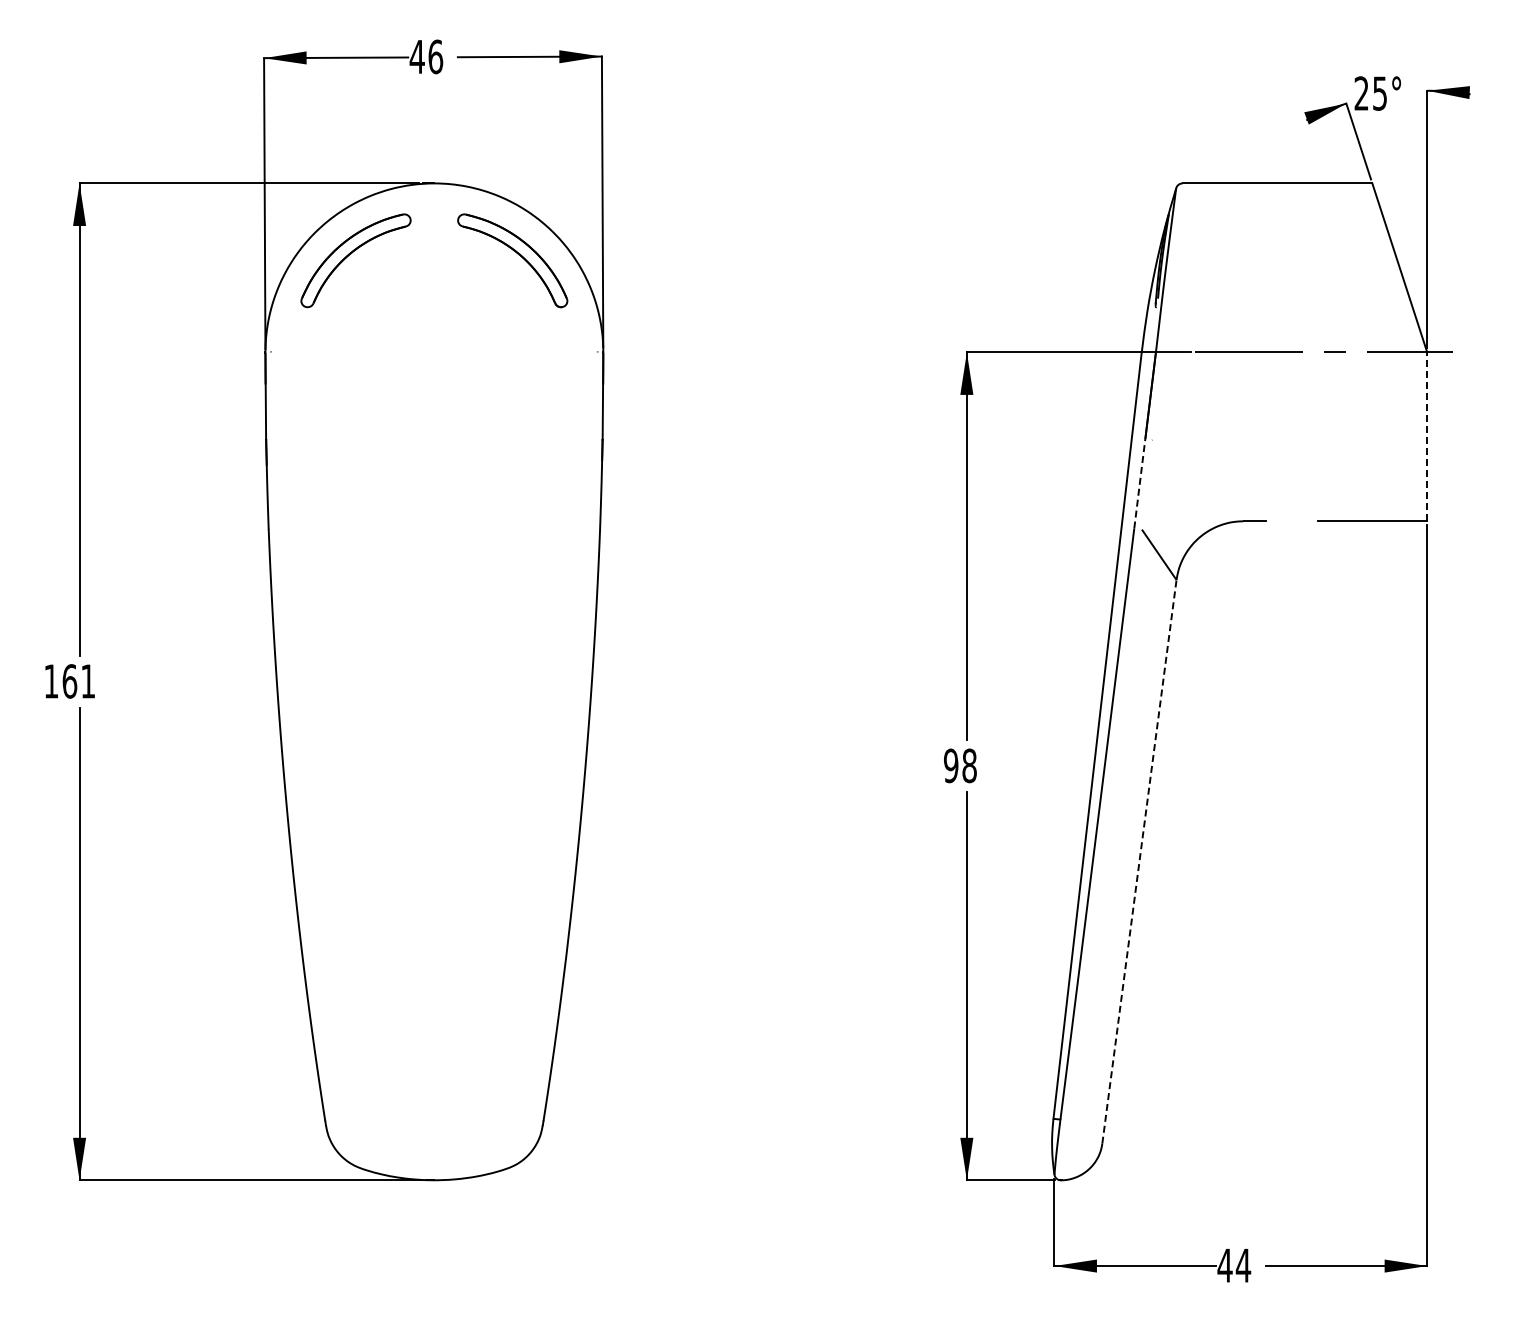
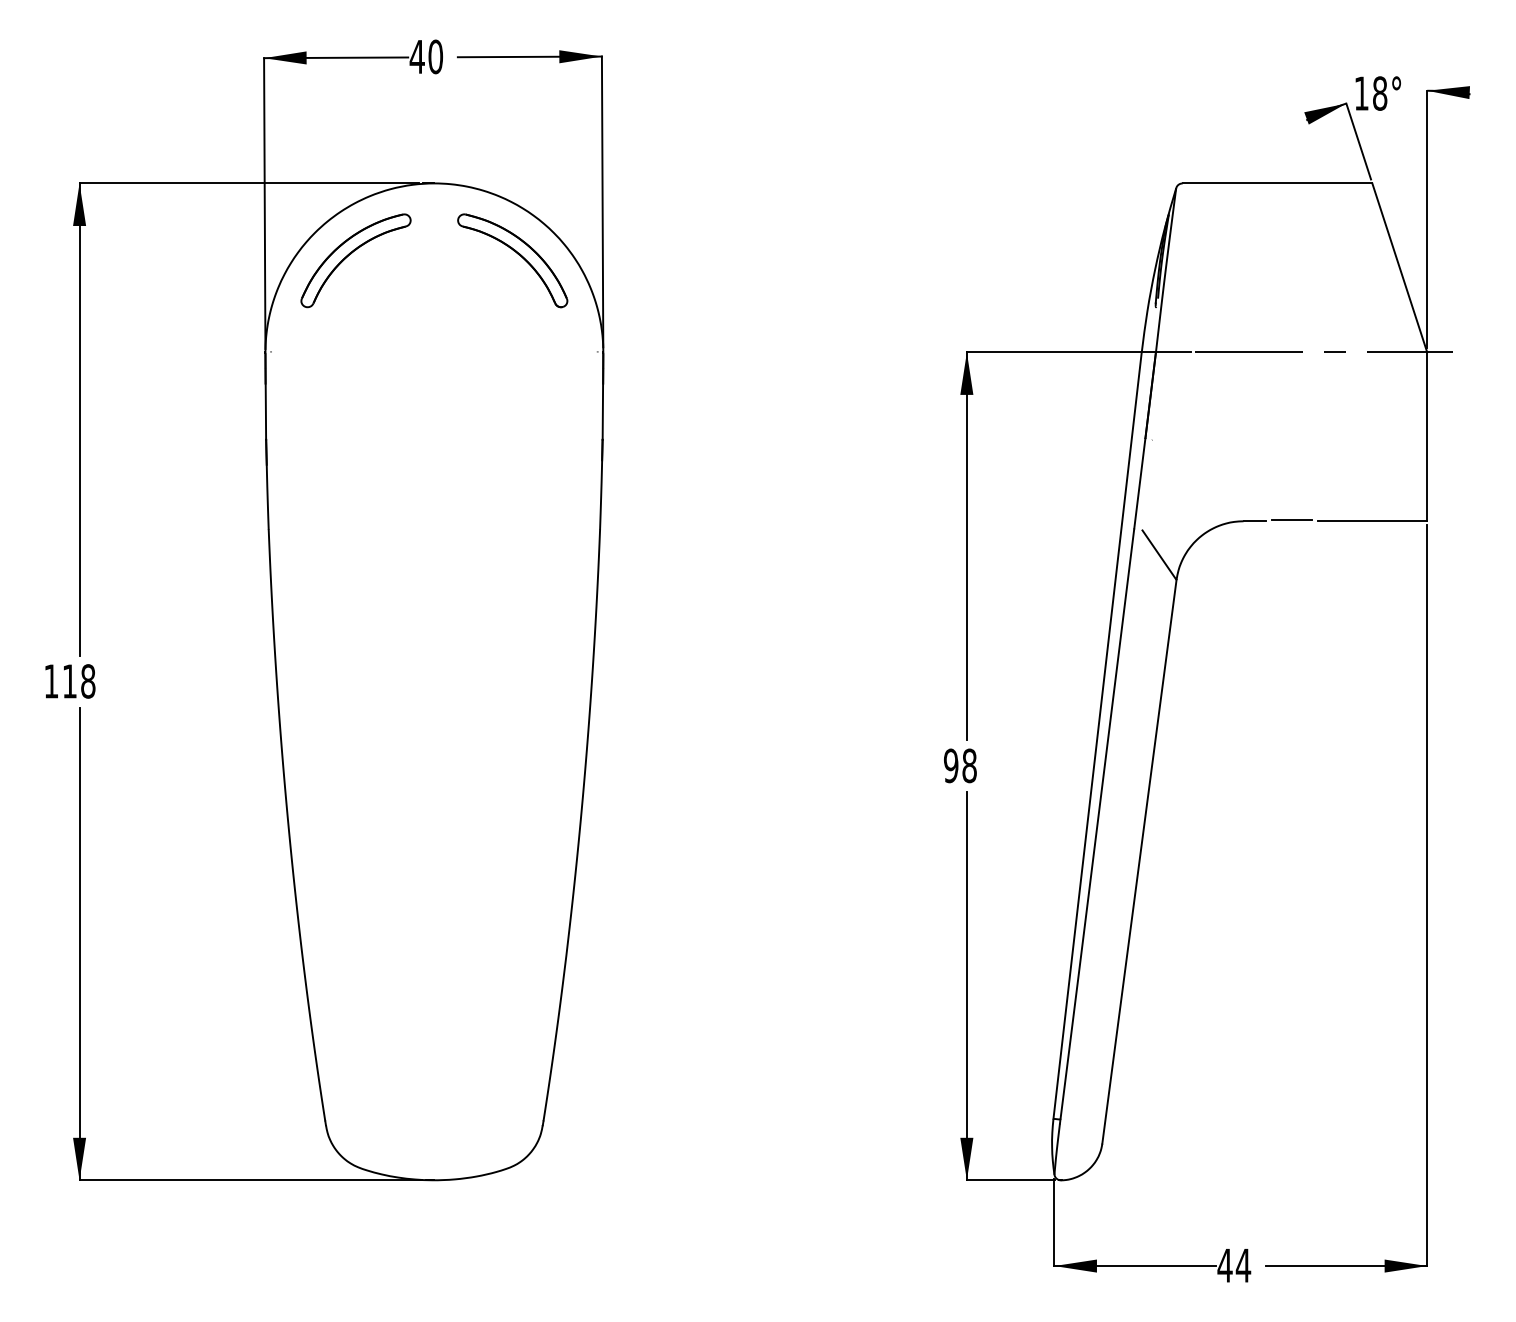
text at (435, 56): 46 -> 40
text at (1370, 93): 25° -> 18°
line at (1427, 436): dashed -> solid
line at (1139, 483): dashed -> solid
line at (1292, 520): none -> present
text at (78, 681): 161 -> 118
line at (1139, 861): dashed -> solid
